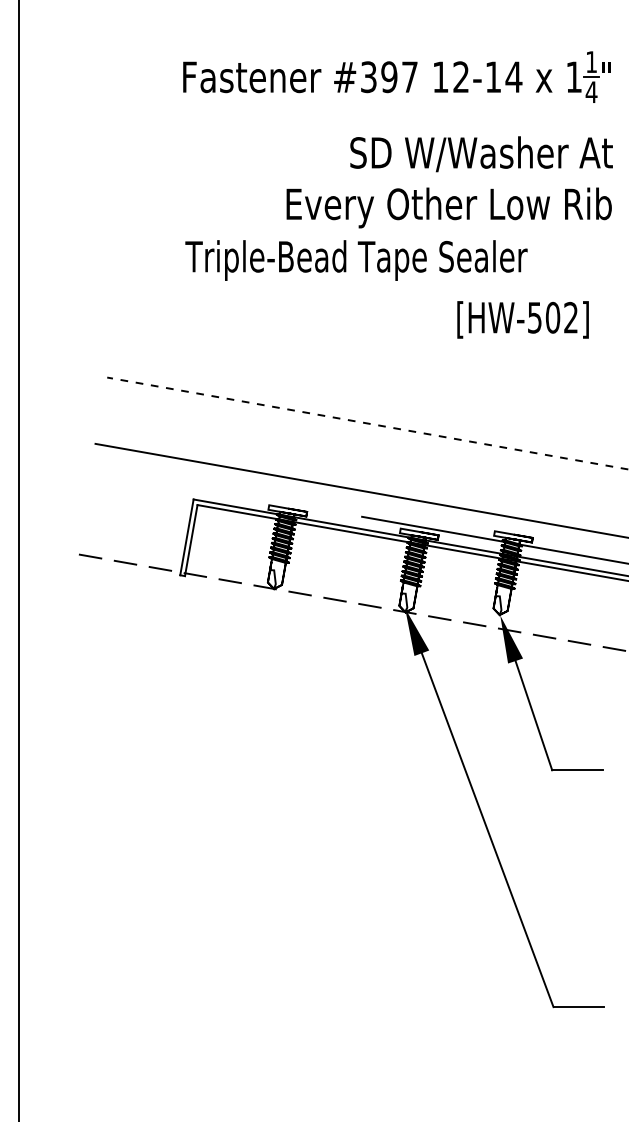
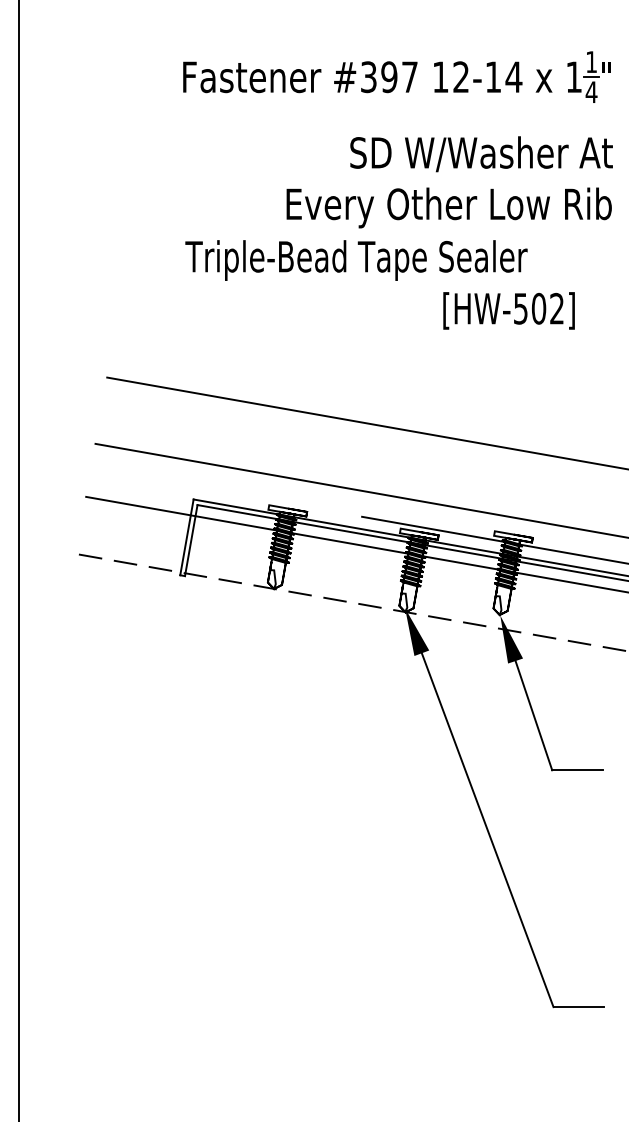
text at (522, 319) position: (522, 319) -> (508, 310)
line at (367, 423): dashed -> solid
line at (355, 543): none -> present
